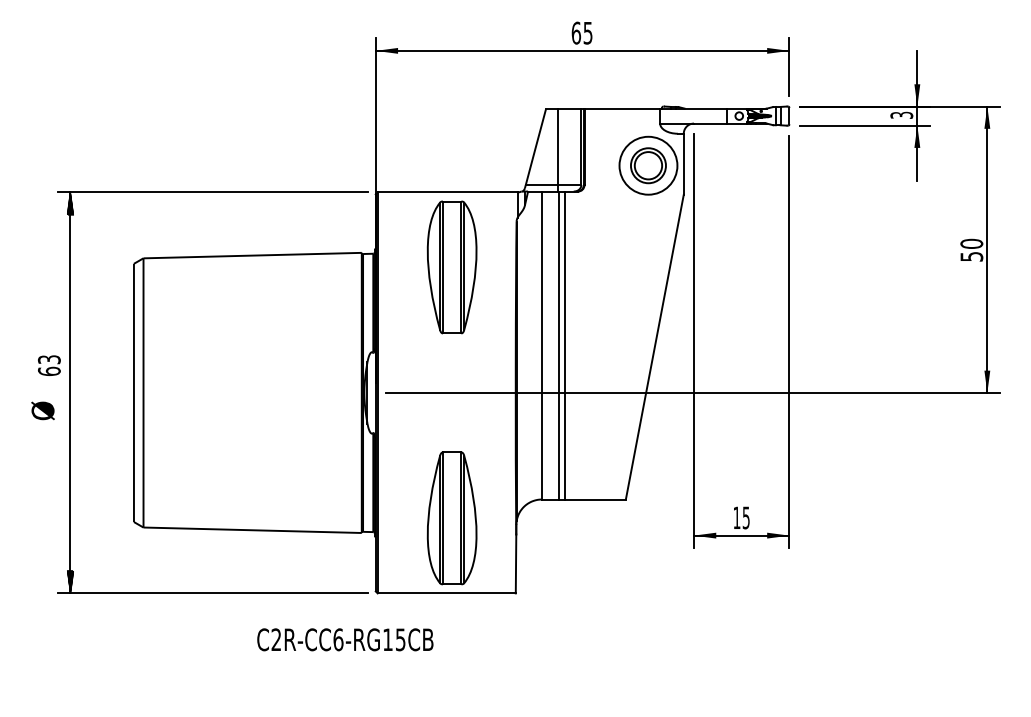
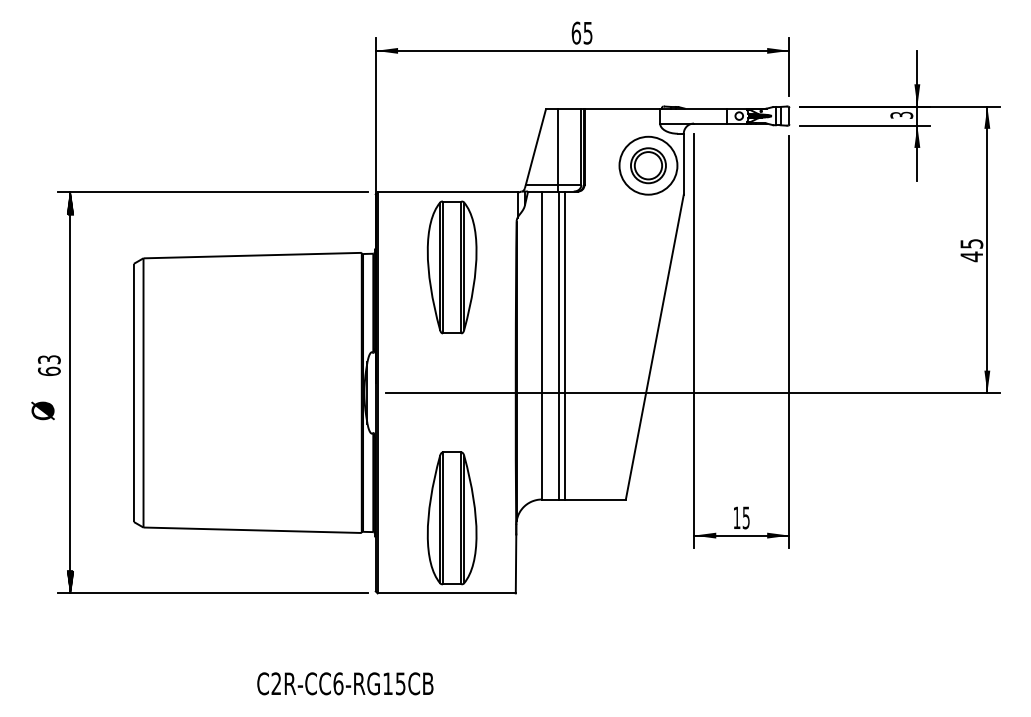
text at (971, 250): 50 -> 45
text at (345, 639) position: (345, 639) -> (345, 683)
